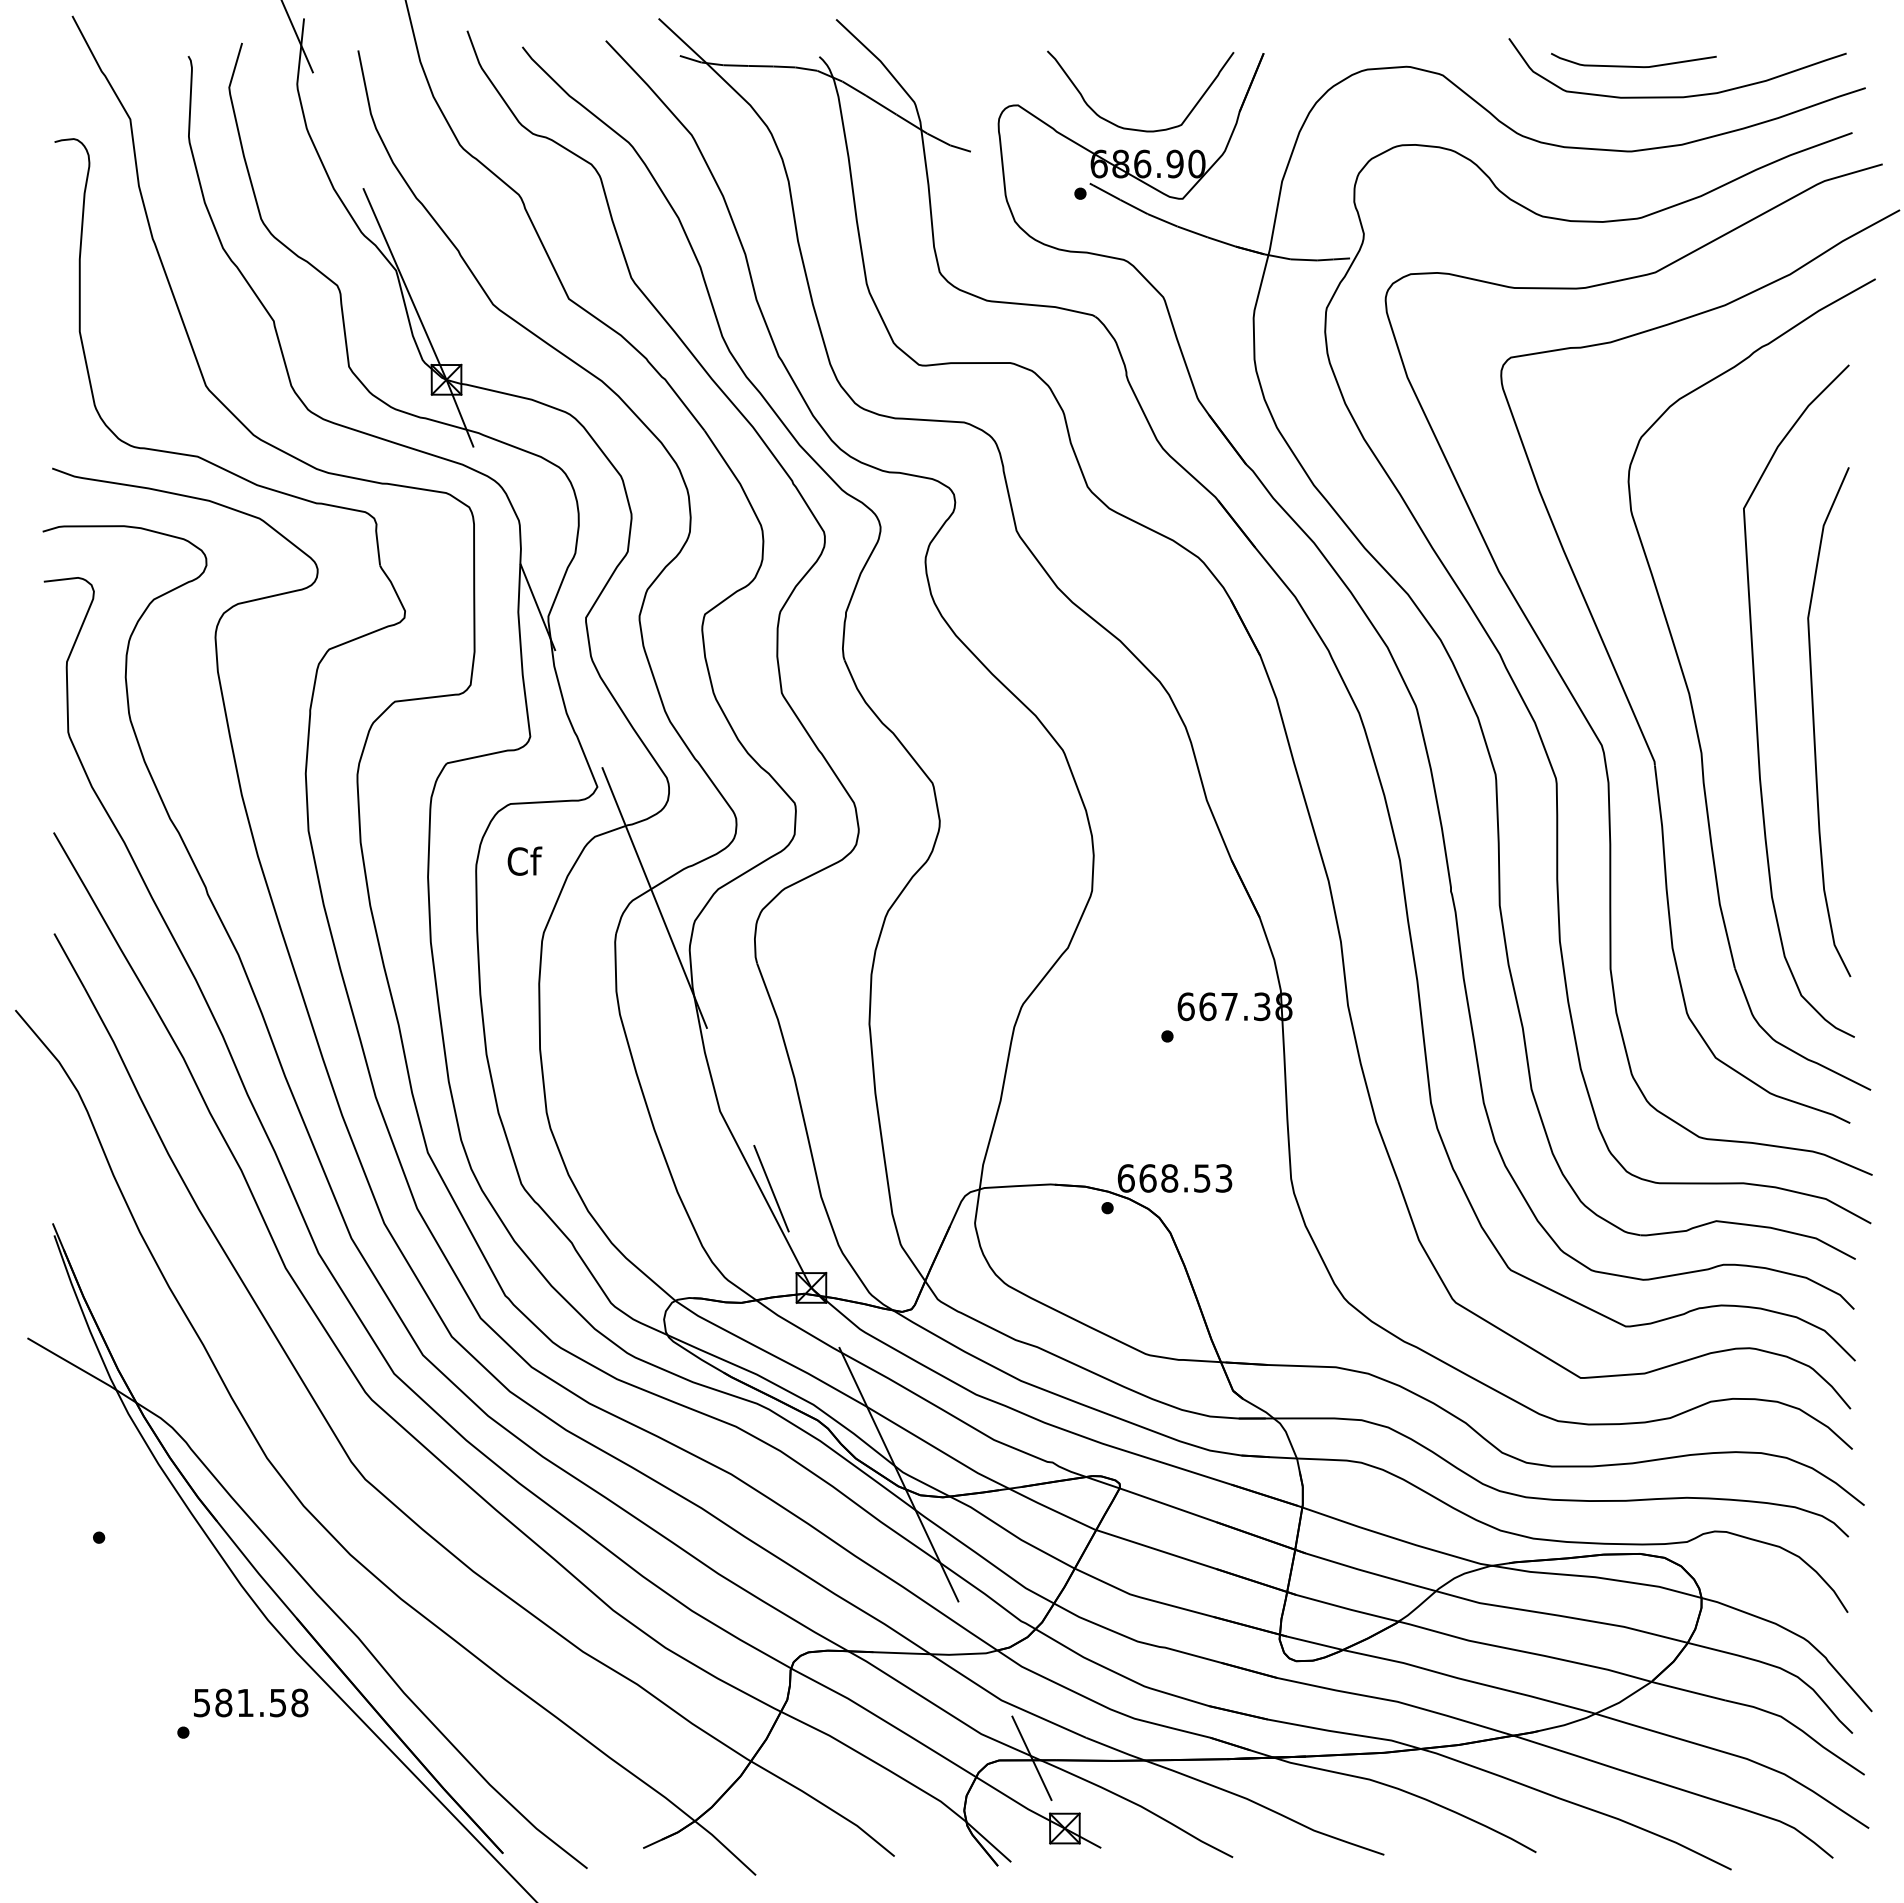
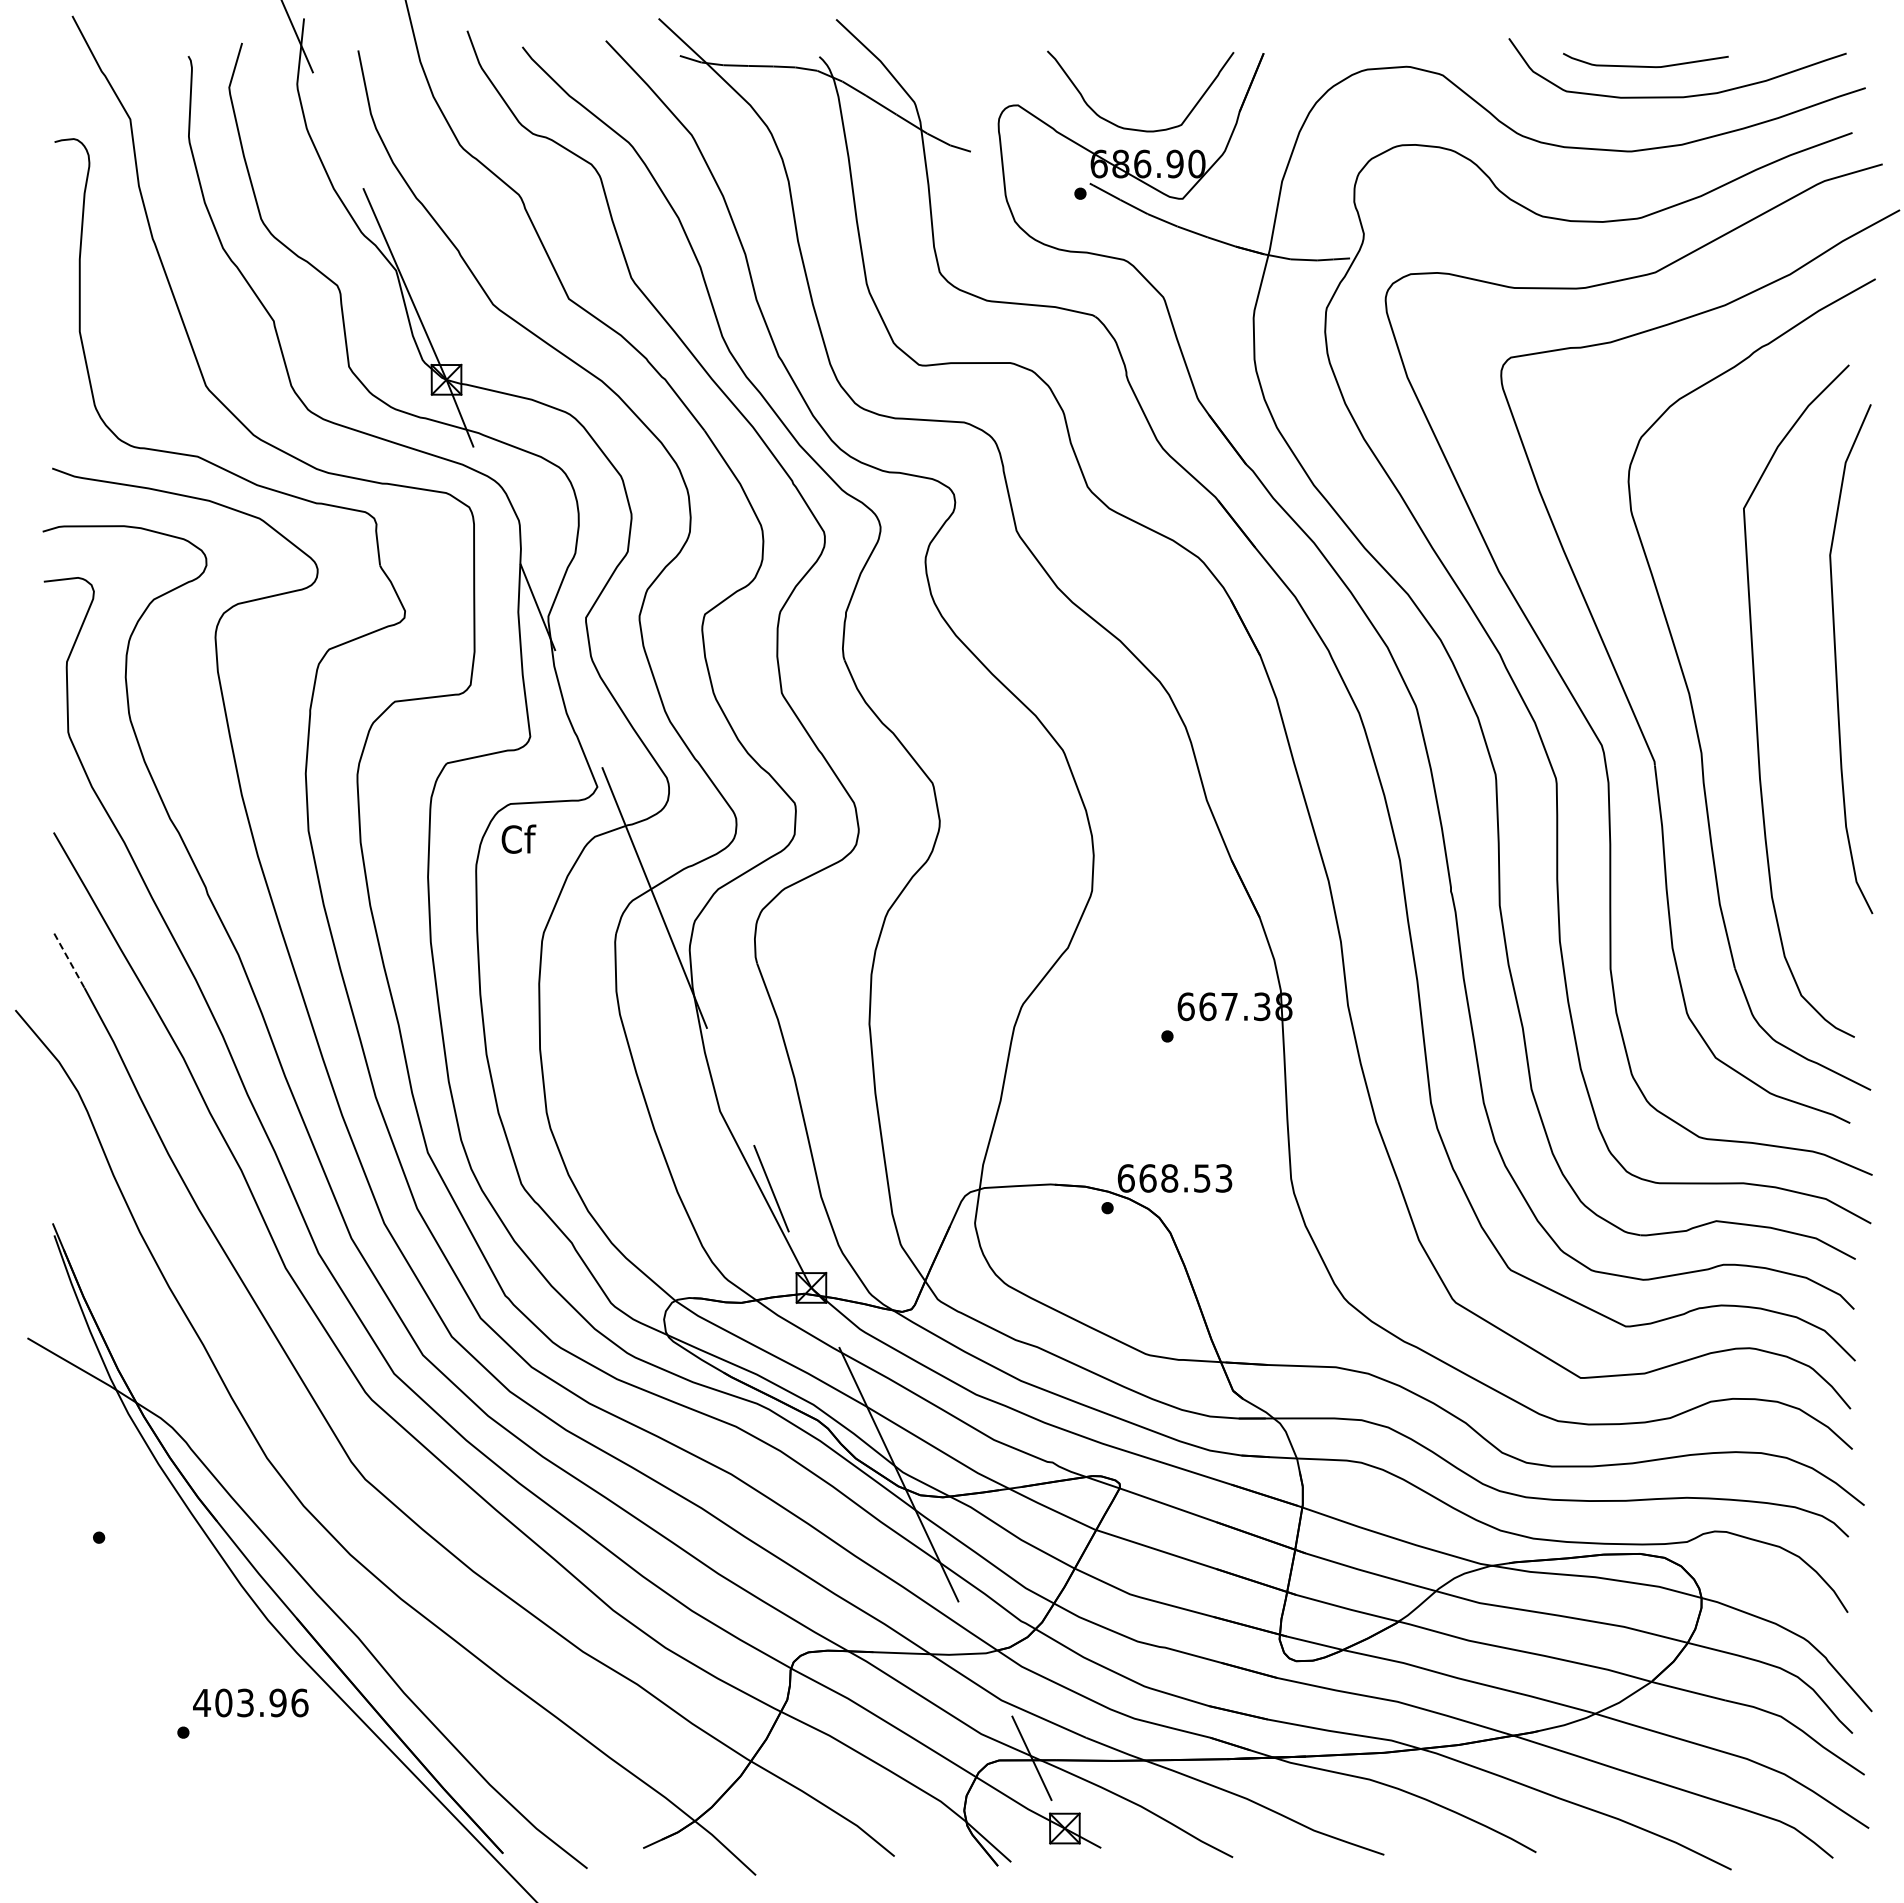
curve at (1631, 65) position: (1631, 65) -> (1643, 65)
curve at (1814, 722) position: (1814, 722) -> (1836, 659)
text at (524, 860) position: (524, 860) -> (518, 838)
line at (69, 961): solid -> dashed
text at (250, 1702): 581.58 -> 403.96
